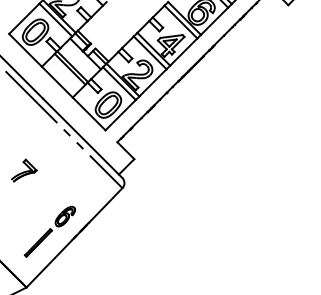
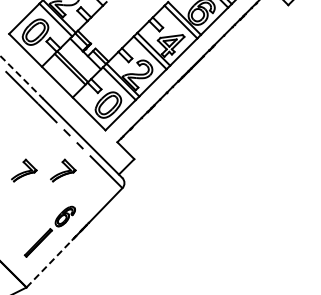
line at (22, 77): solid -> dashed
part at (63, 170): none -> present
line at (49, 264): solid -> dashed
